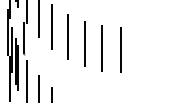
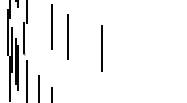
line at (38, 19): present -> none
line at (84, 44): present -> none
line at (120, 49): present -> none
